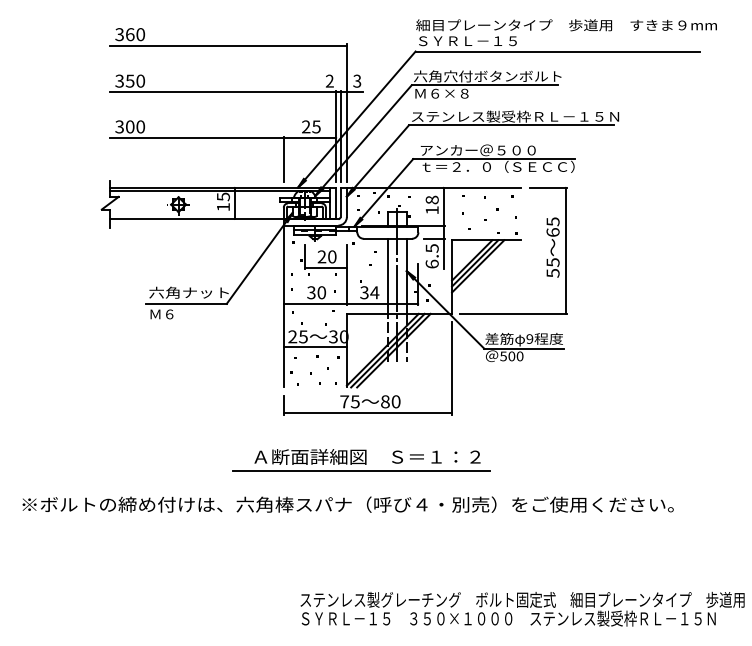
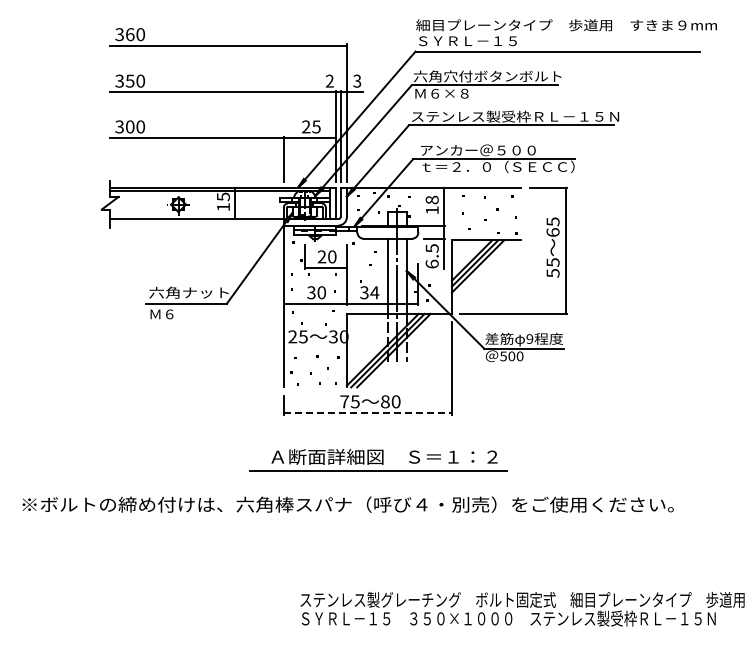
line at (314, 347): present -> none
line at (368, 413): solid -> dashed
part at (361, 460) position: (361, 460) -> (378, 460)
